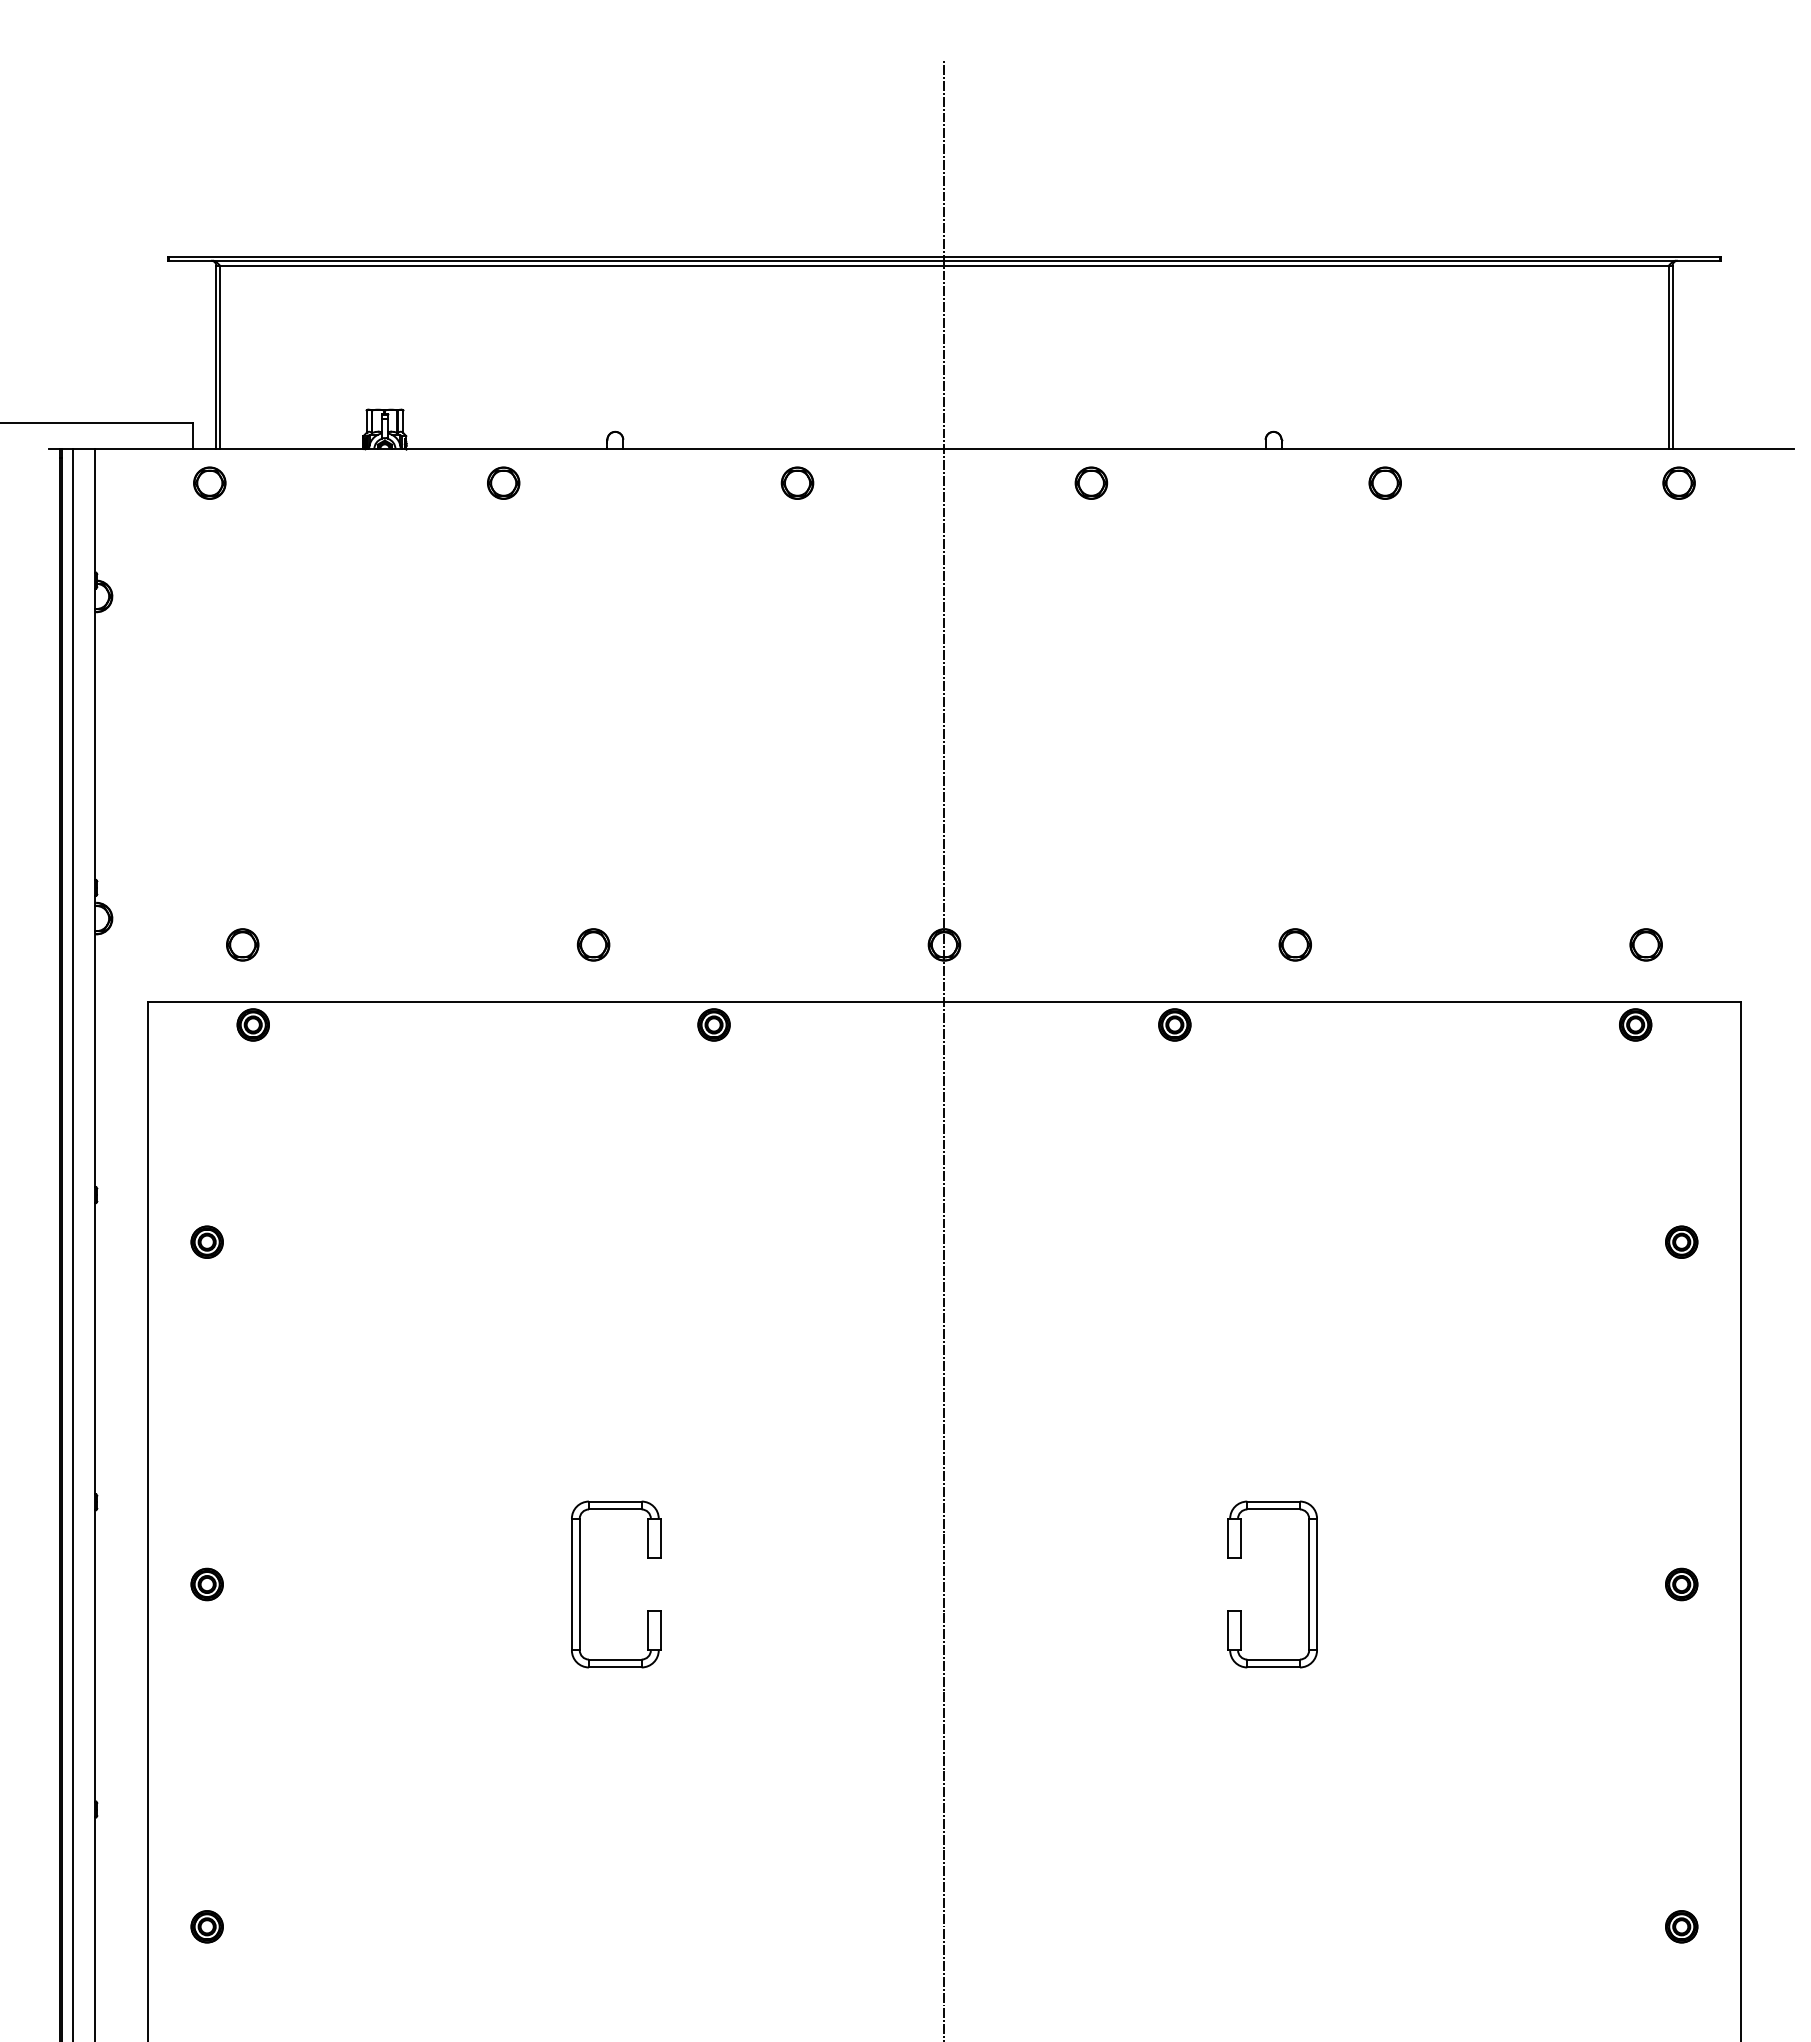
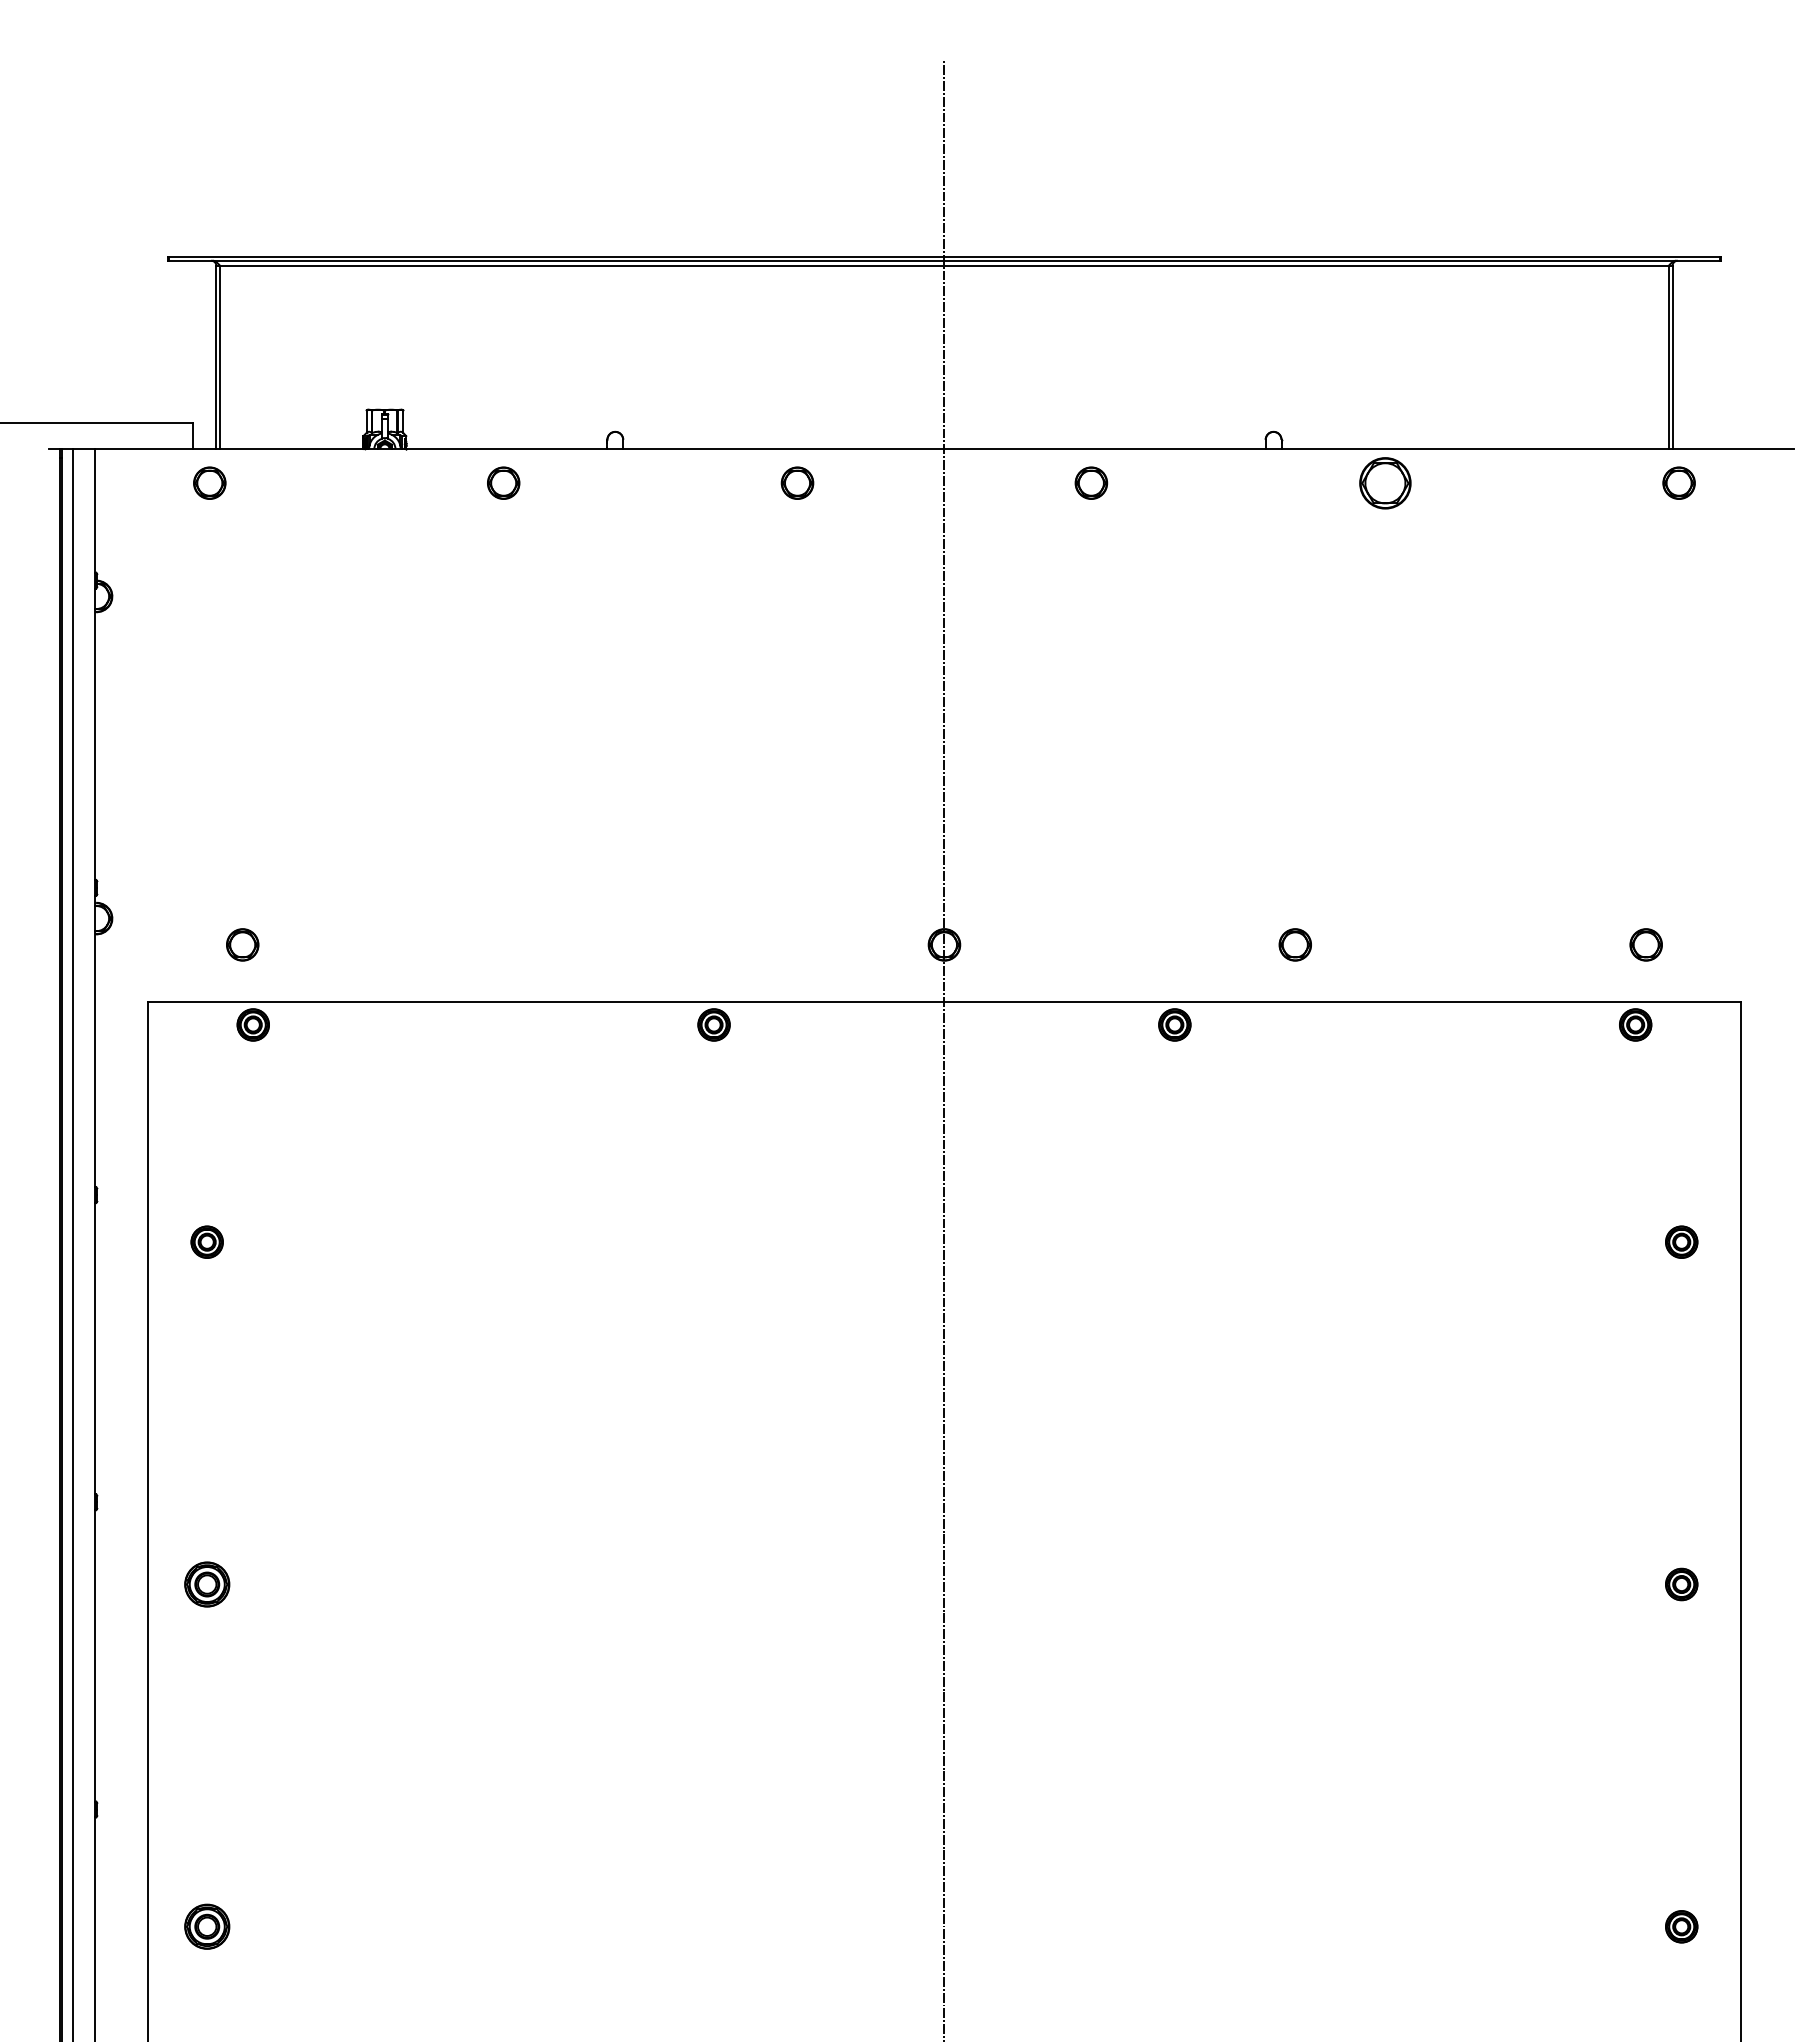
part at (1384, 482) size: 34x34 px -> 53x53 px
part at (593, 944): present -> none
part at (206, 1584) size: 34x35 px -> 47x47 px
part at (580, 1584): present -> none
part at (1308, 1584): present -> none
part at (206, 1926) size: 34x34 px -> 47x47 px
